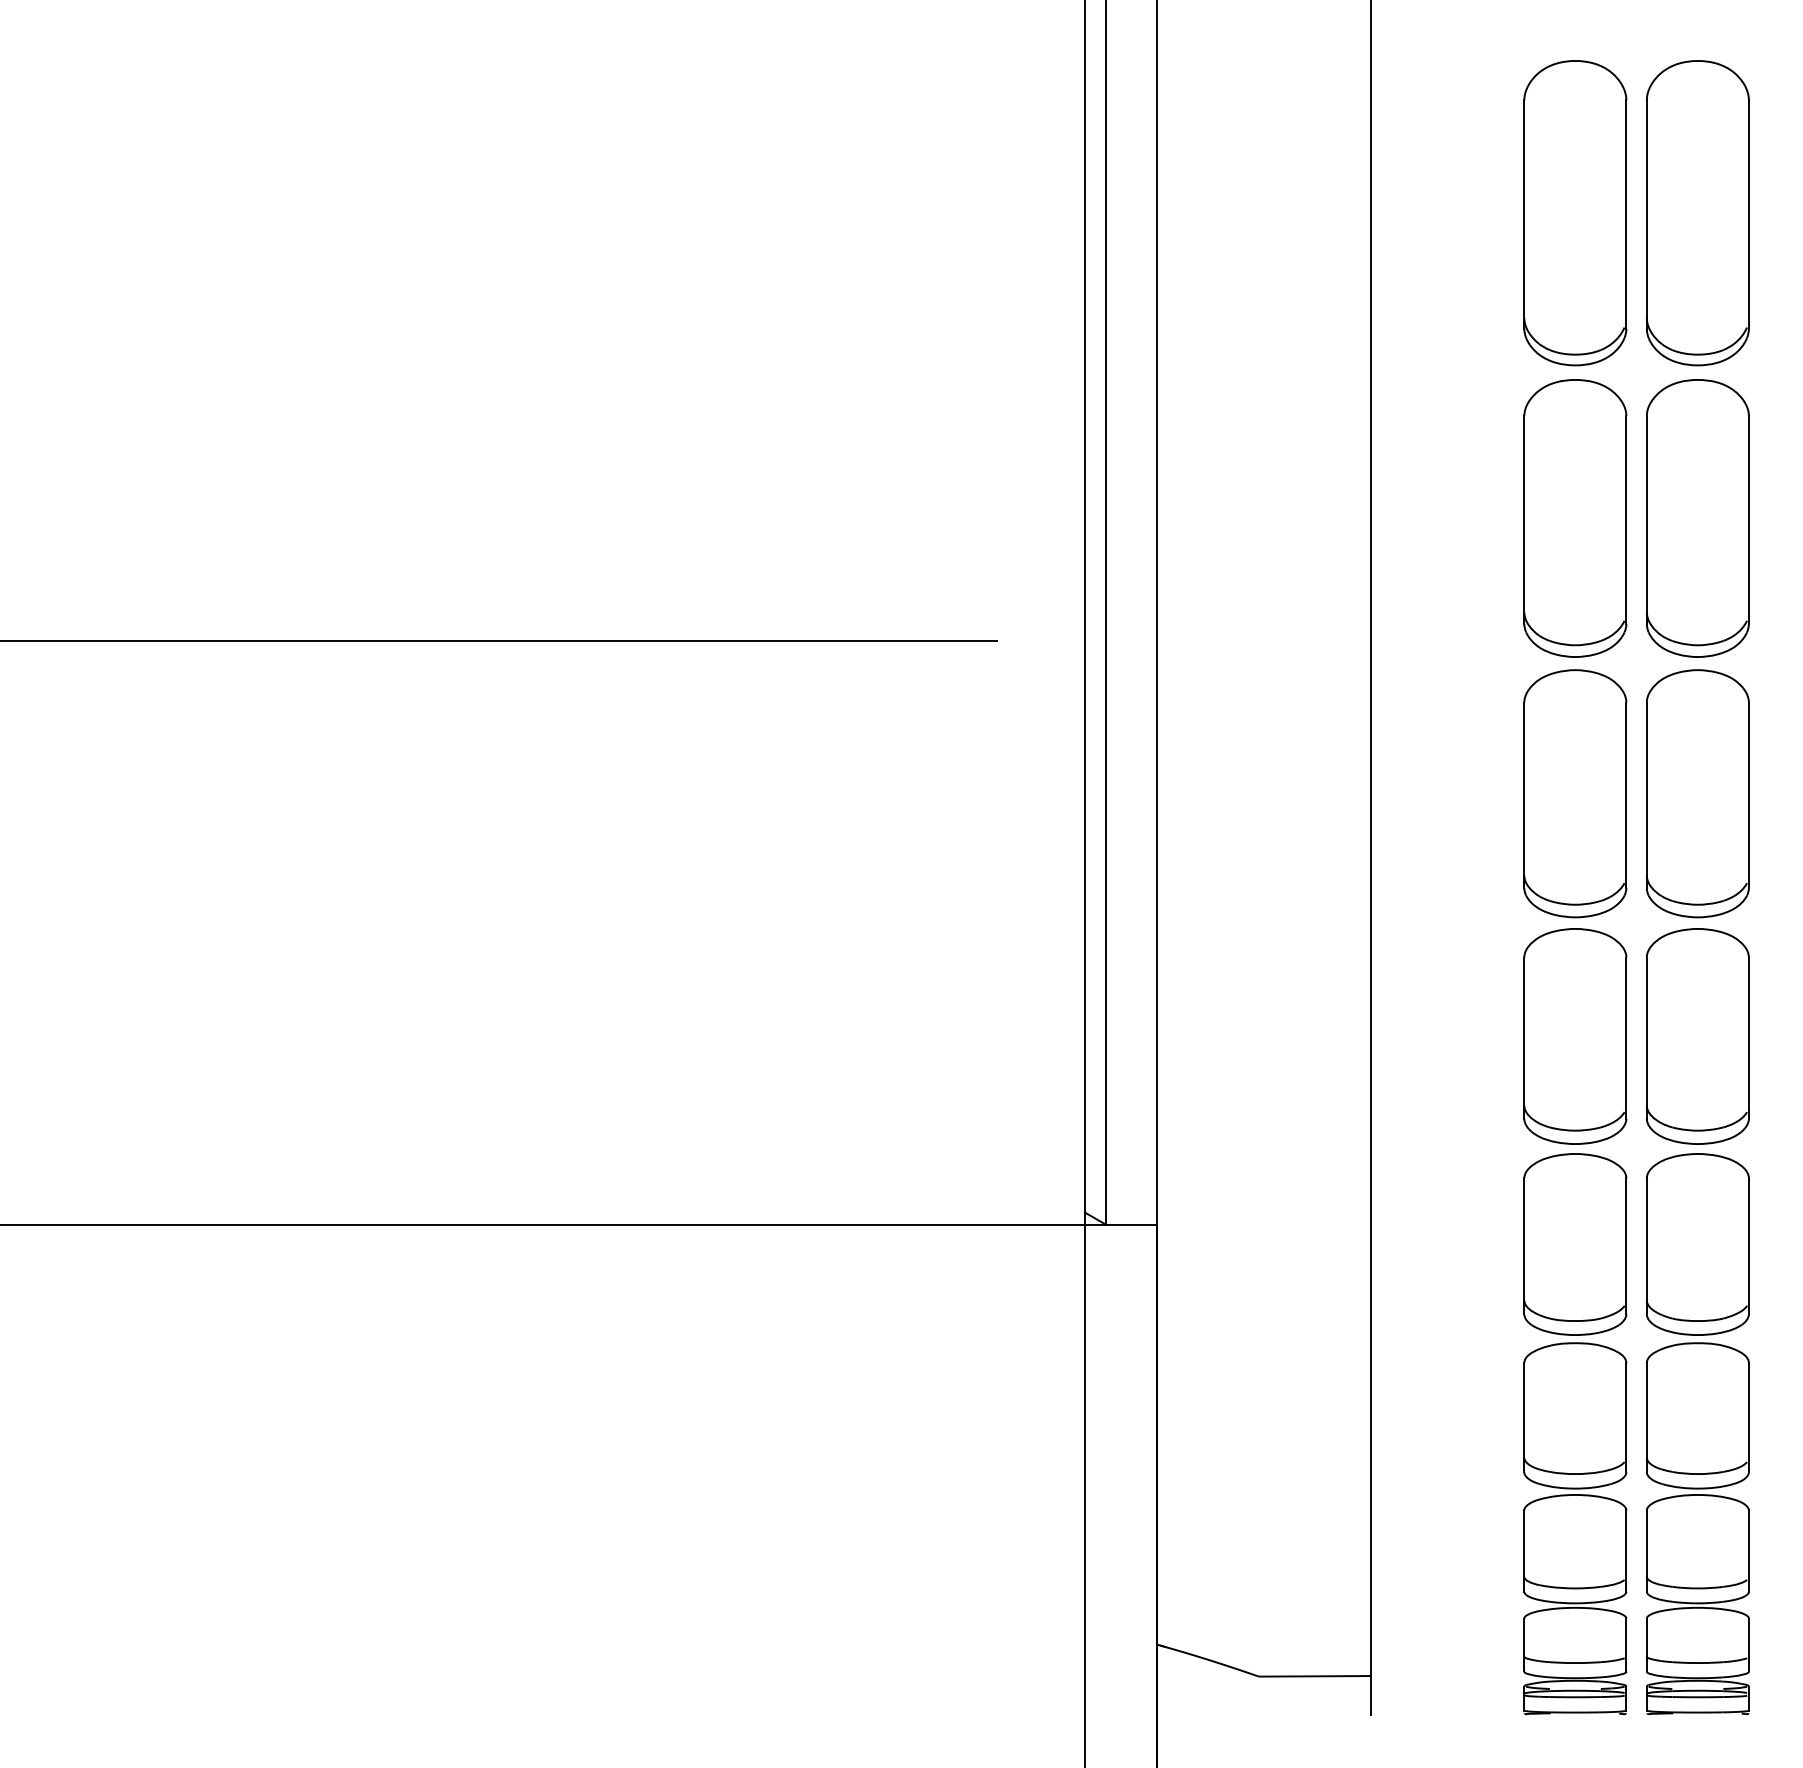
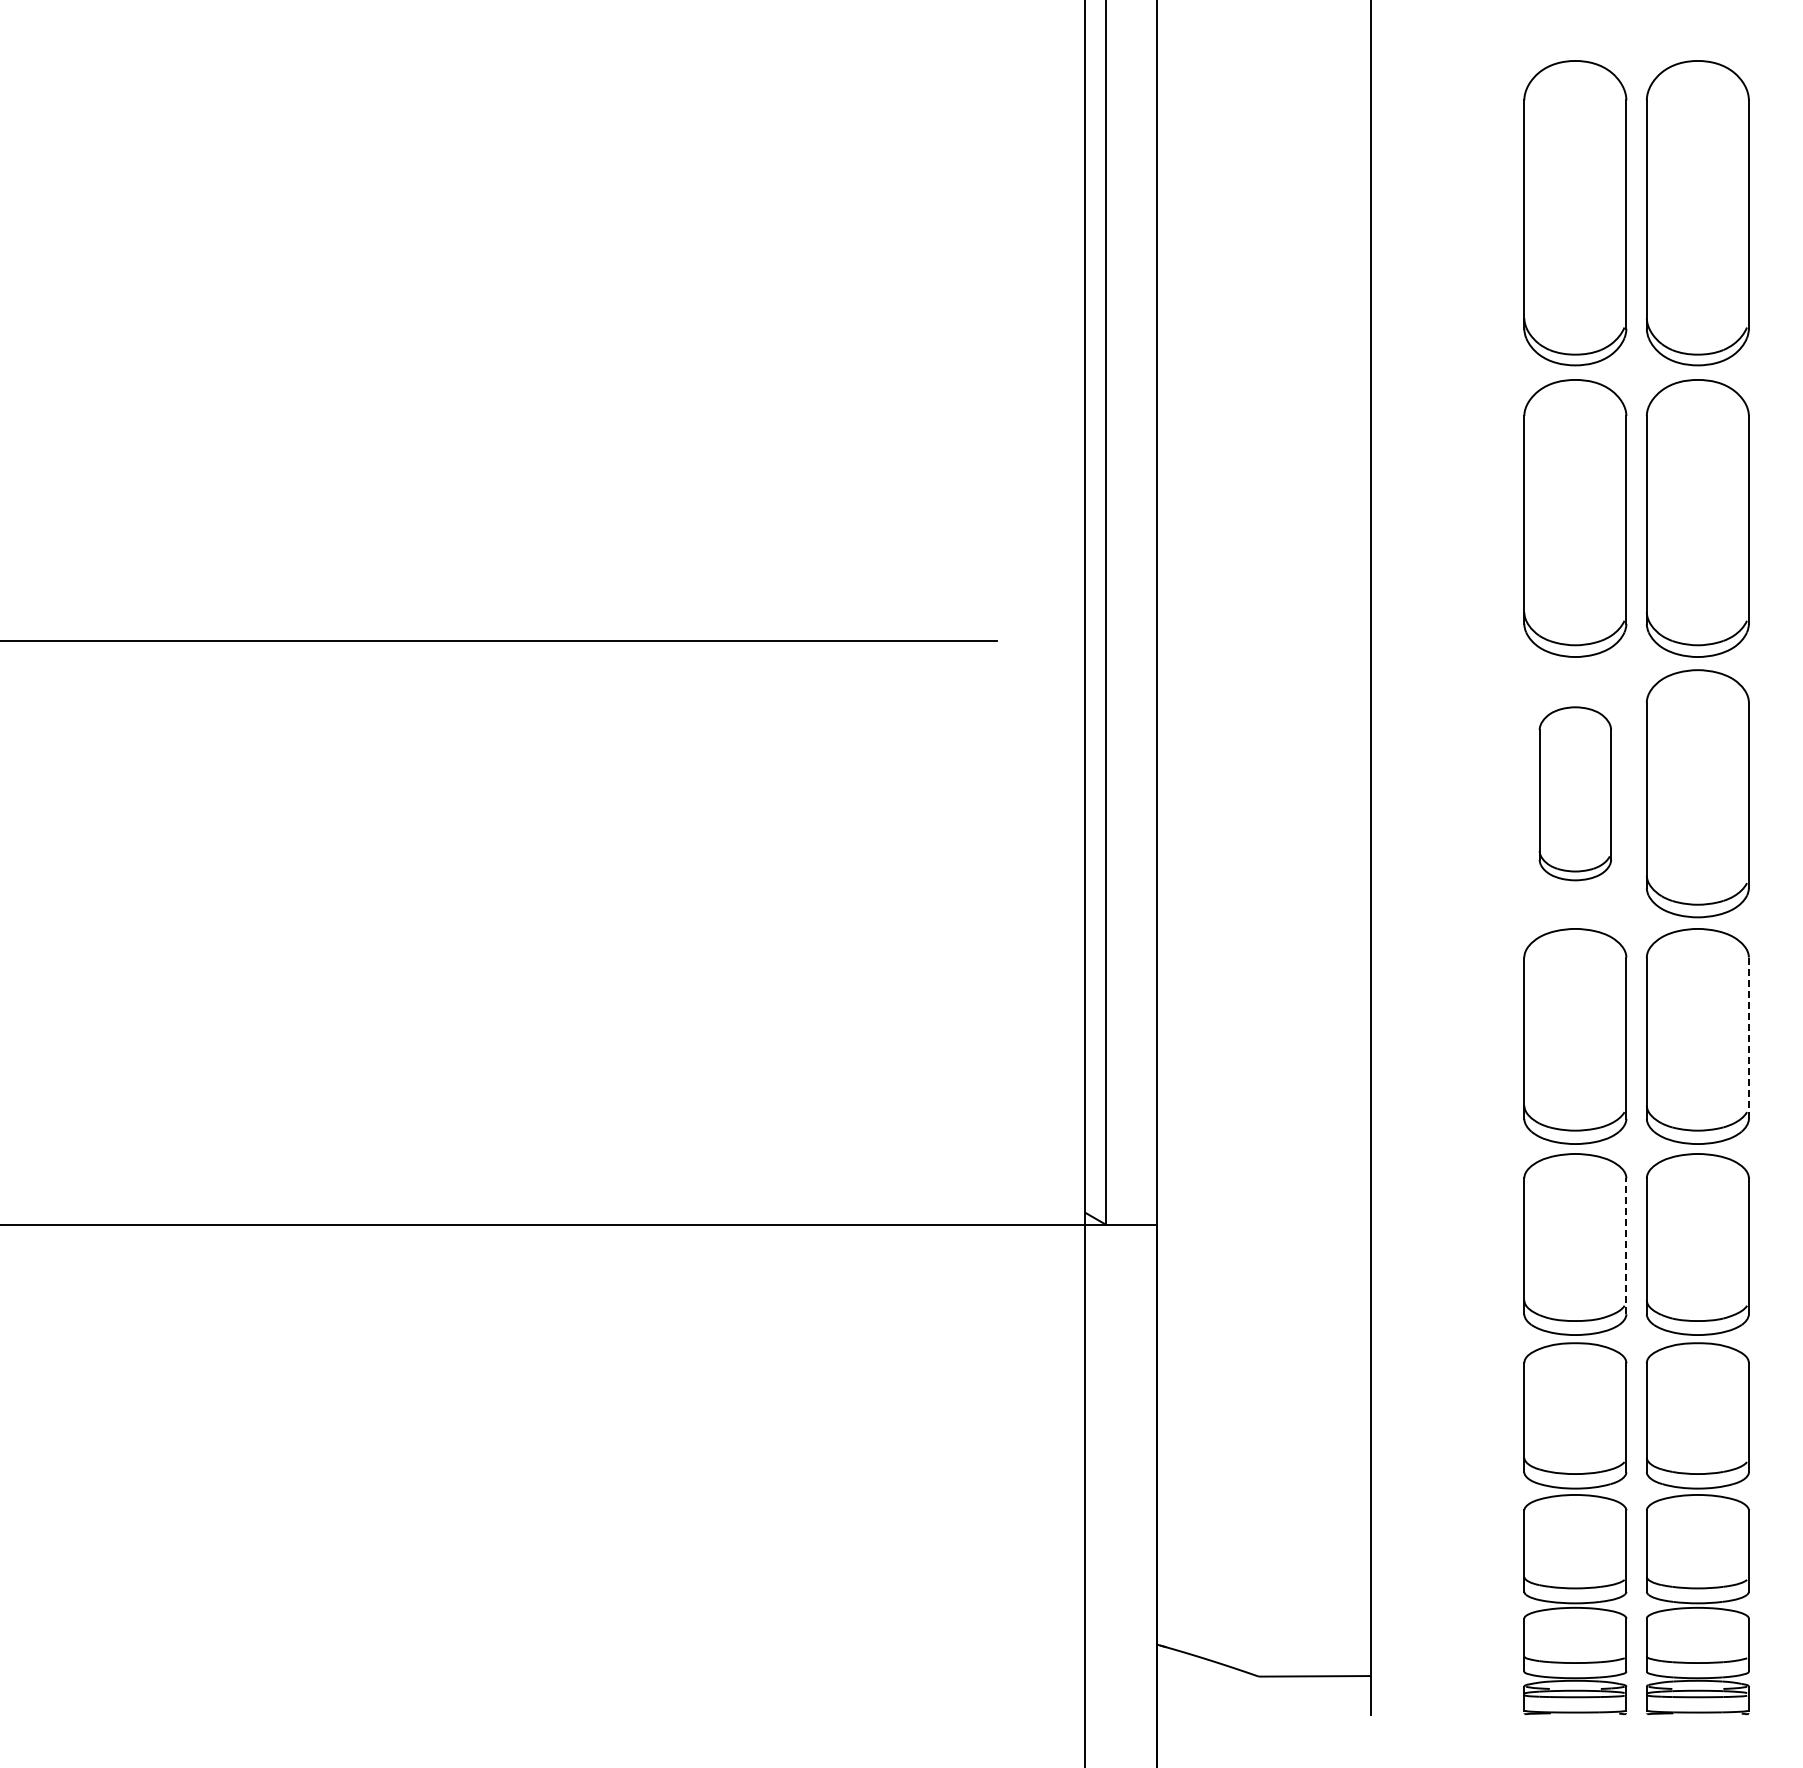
part at (1575, 793) size: 105x250 px -> 74x176 px
line at (1748, 1038): solid -> dashed
line at (1626, 1246): solid -> dashed
